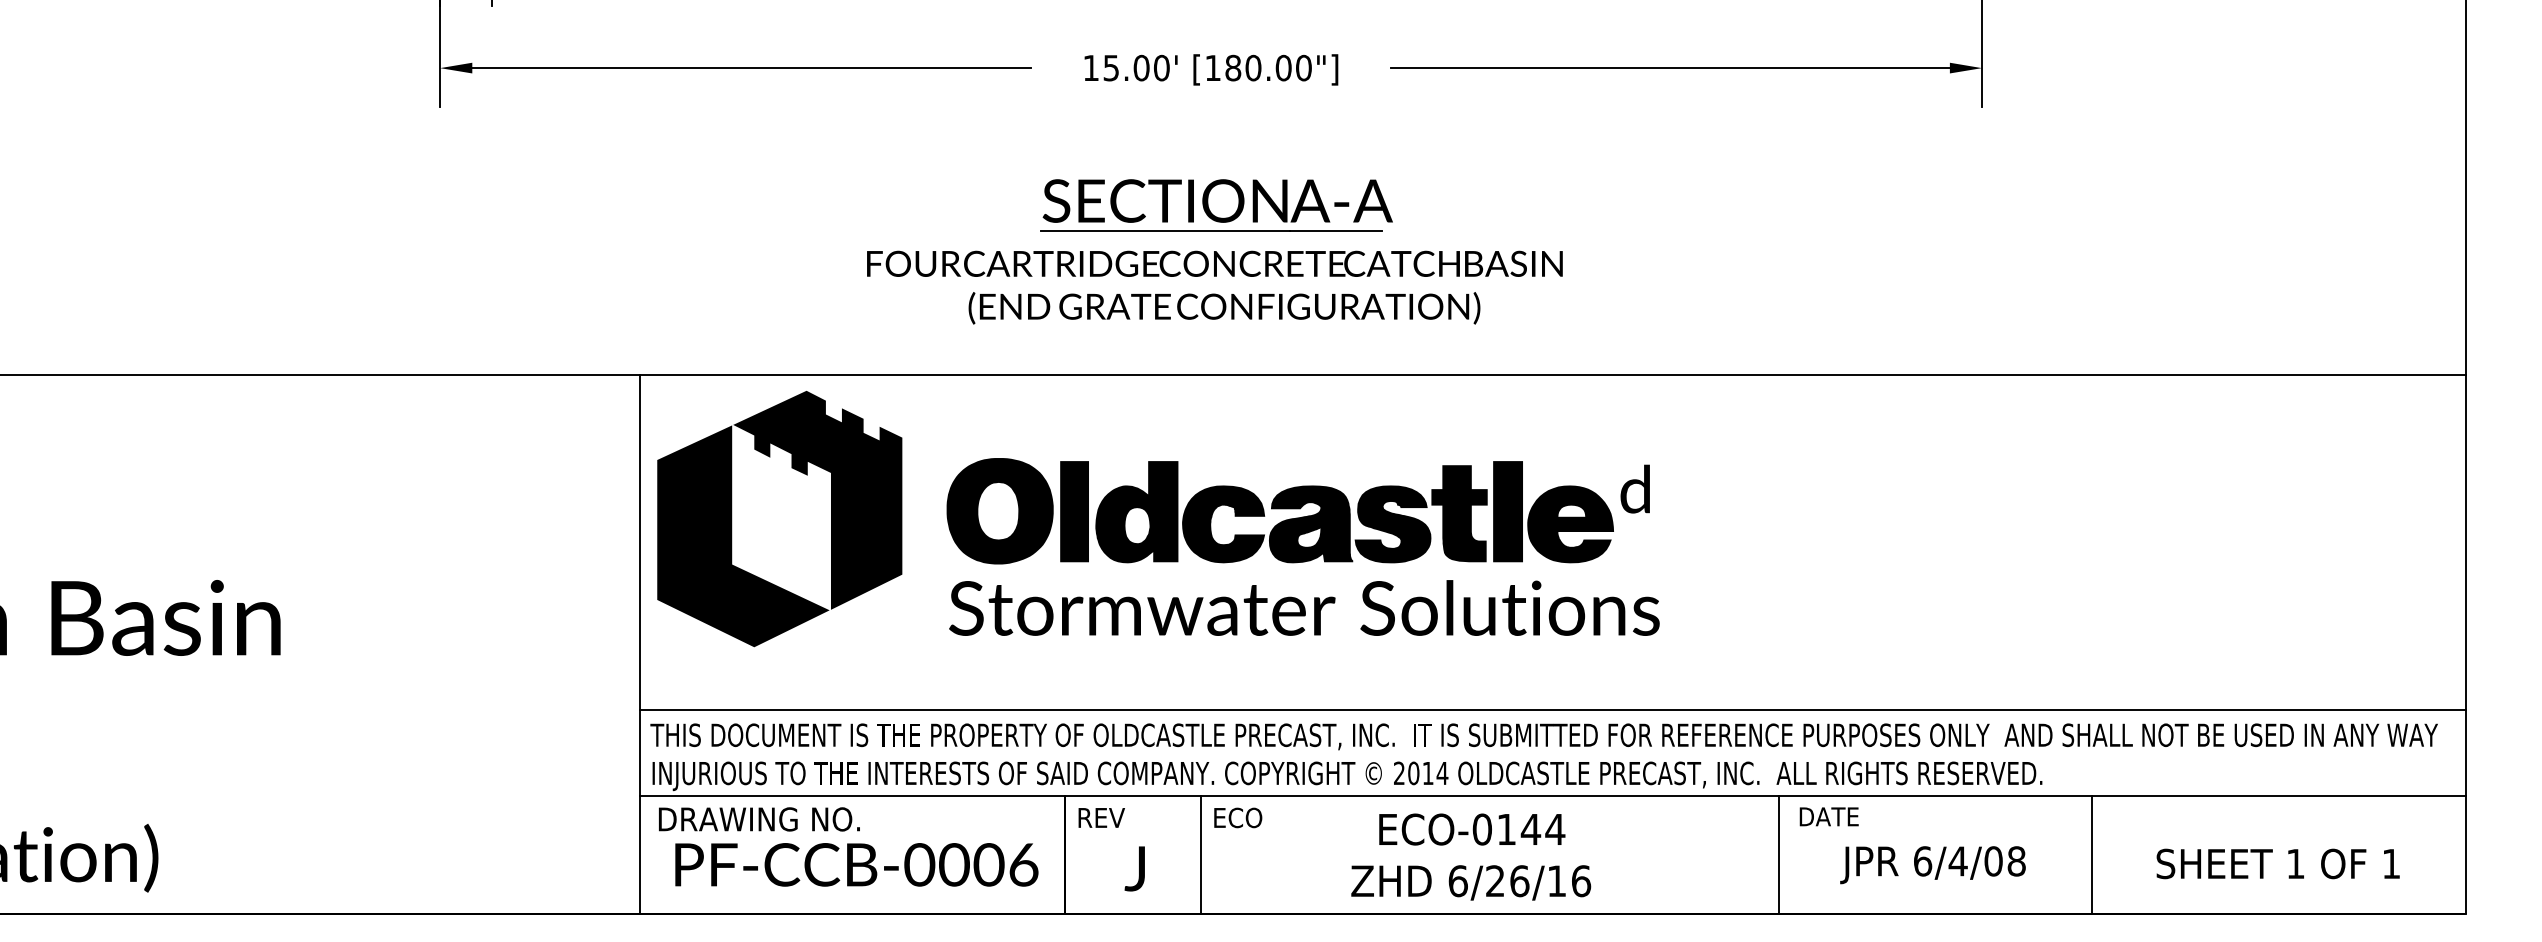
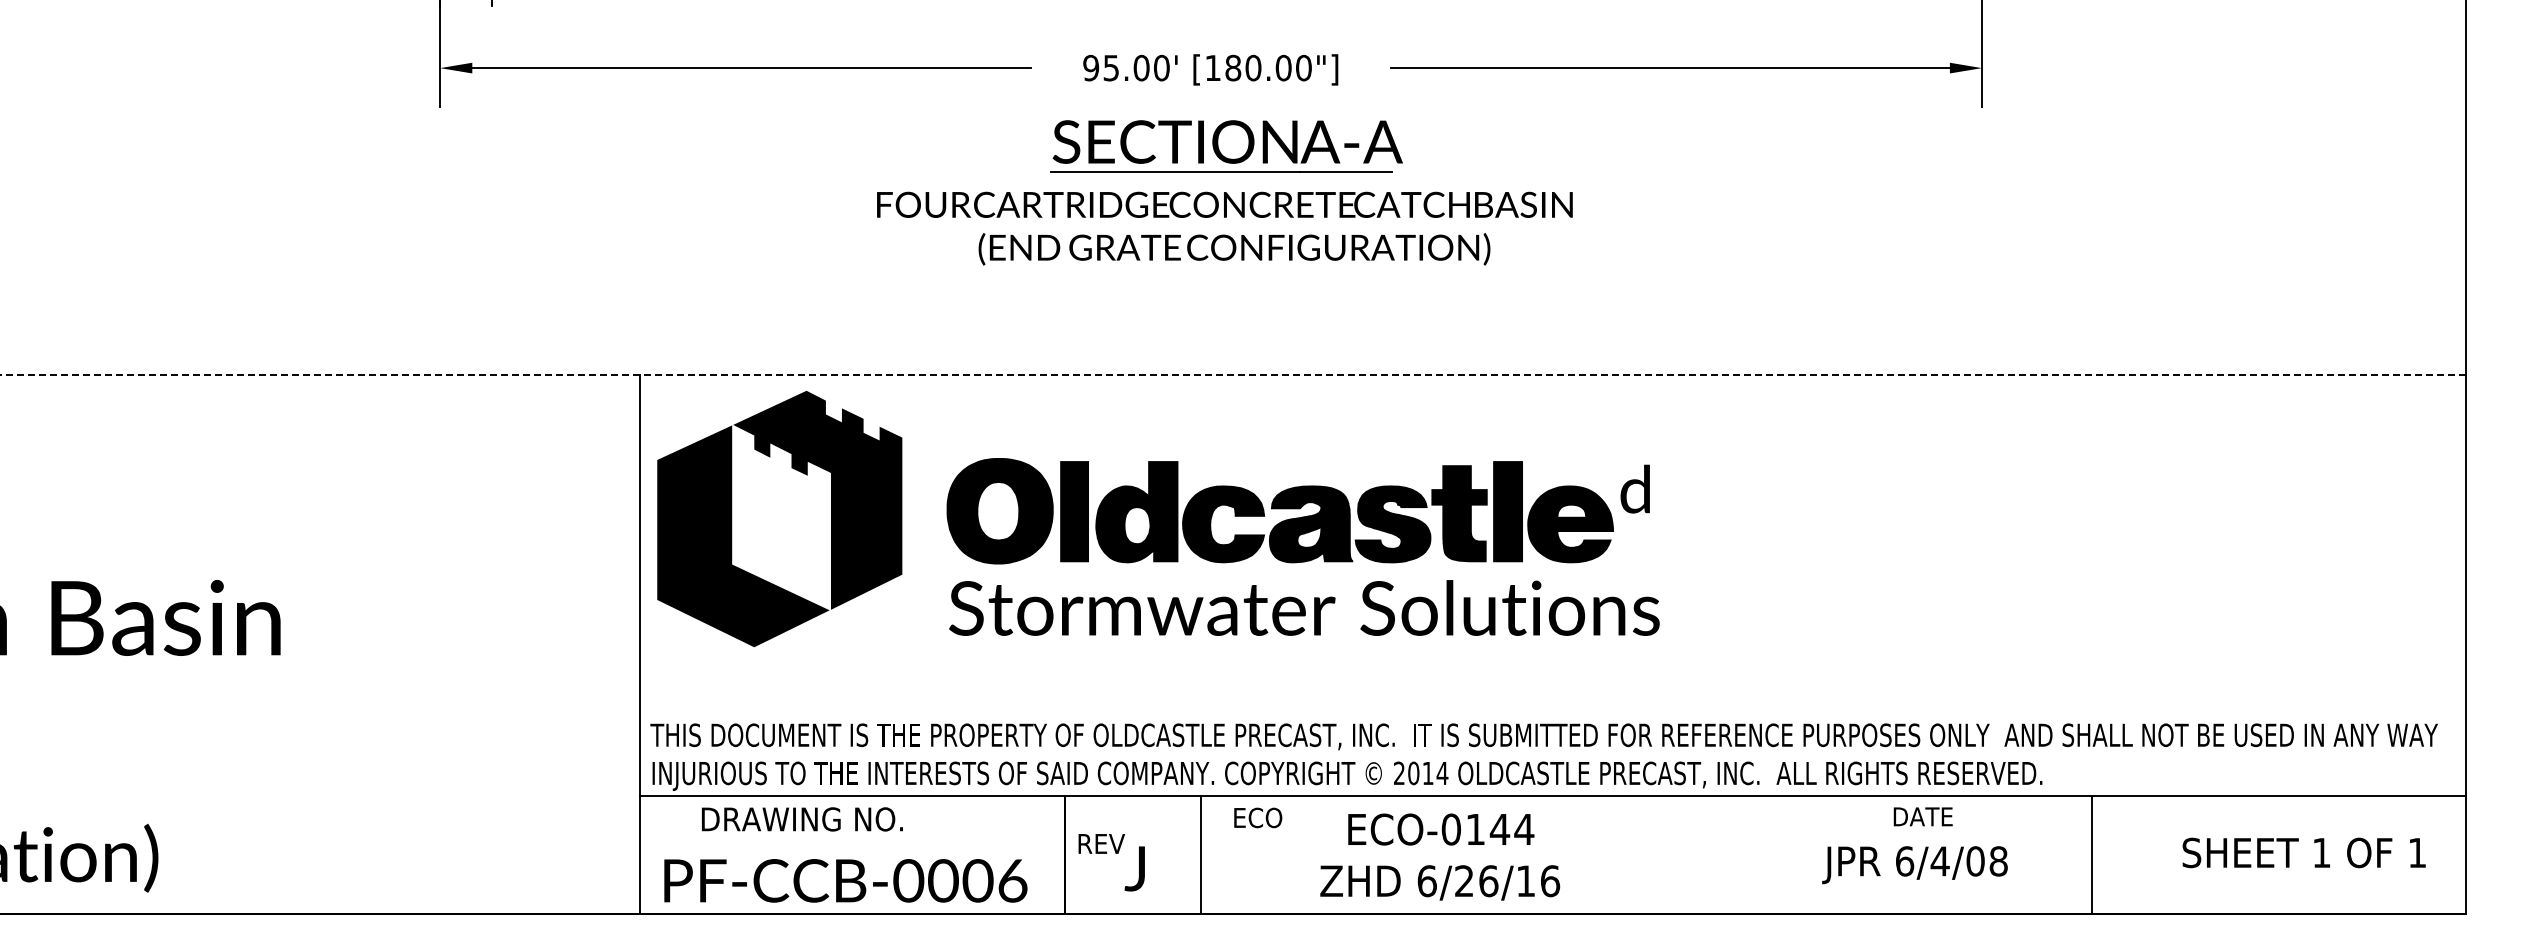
text at (1091, 67): 15.00' -> 95.00'
part at (1214, 251) position: (1214, 251) -> (1224, 192)
line at (1233, 375): solid -> dashed
line at (1552, 710): present -> none
text at (1828, 816) position: (1828, 816) -> (1922, 816)
text at (1101, 817) position: (1101, 817) -> (1101, 843)
text at (1238, 817) position: (1238, 817) -> (1258, 817)
text at (759, 819) position: (759, 819) -> (802, 819)
line at (1778, 854): present -> none
text at (1471, 856) position: (1471, 856) -> (1440, 856)
text at (2277, 863) position: (2277, 863) -> (2303, 852)
text at (856, 864) position: (856, 864) -> (845, 880)
text at (1932, 865) position: (1932, 865) -> (1914, 865)
